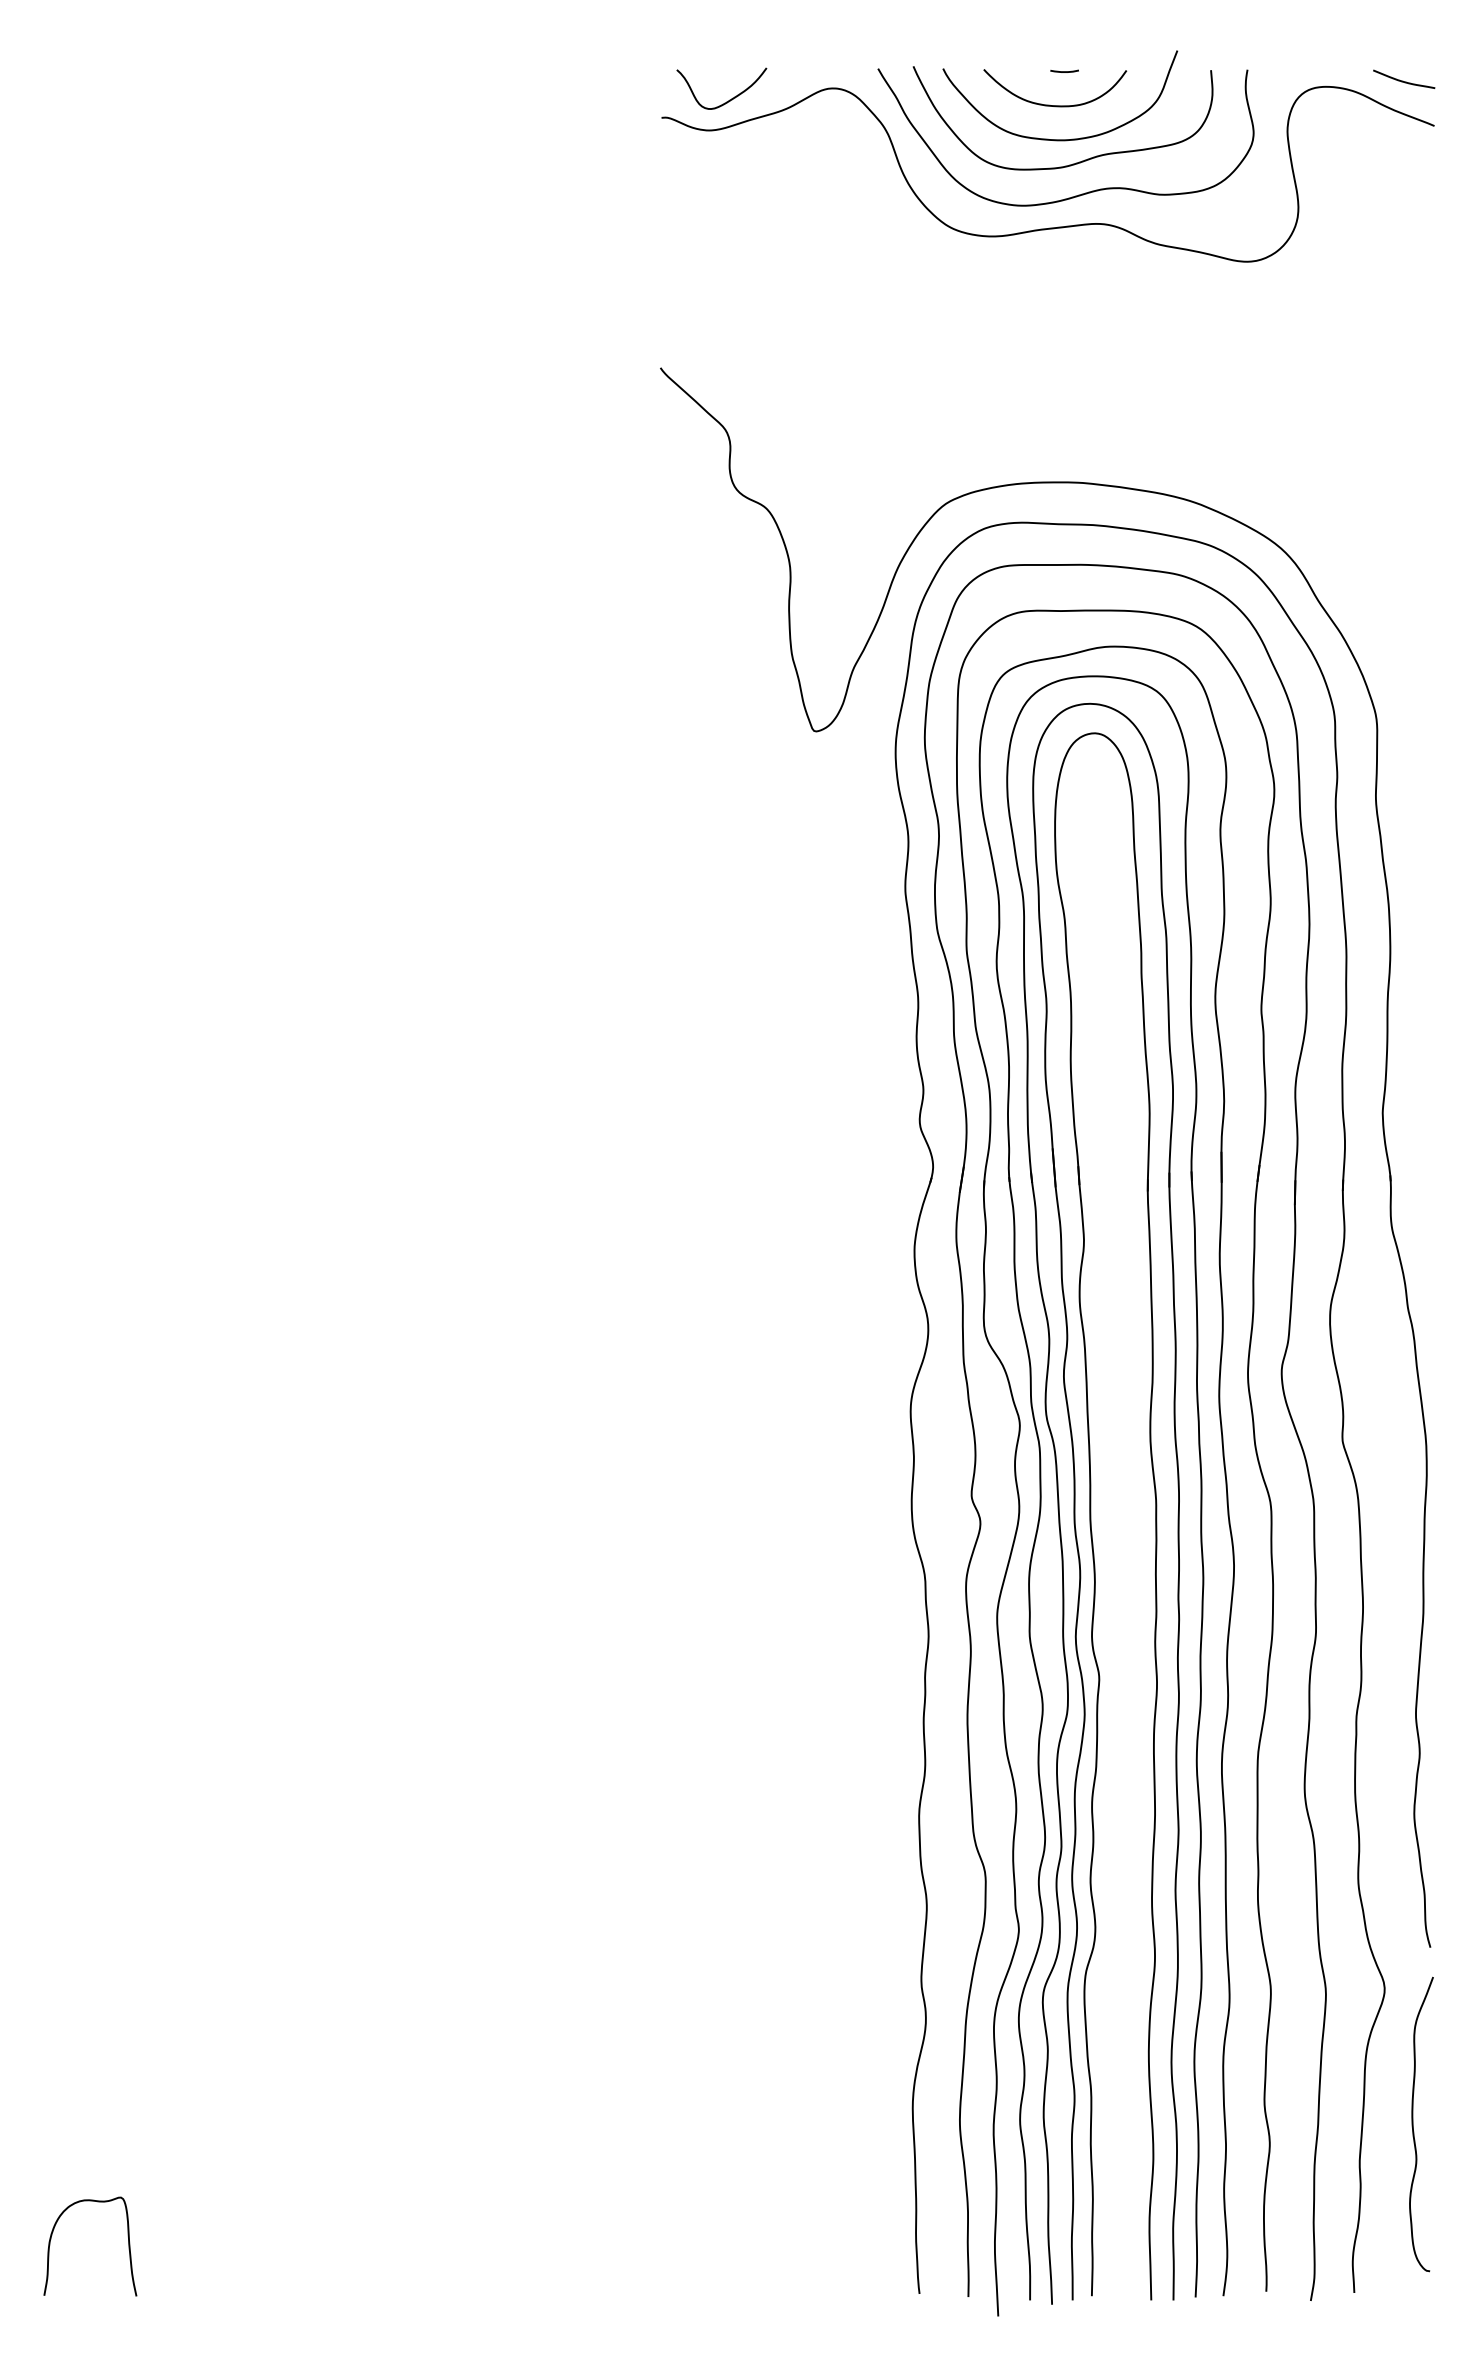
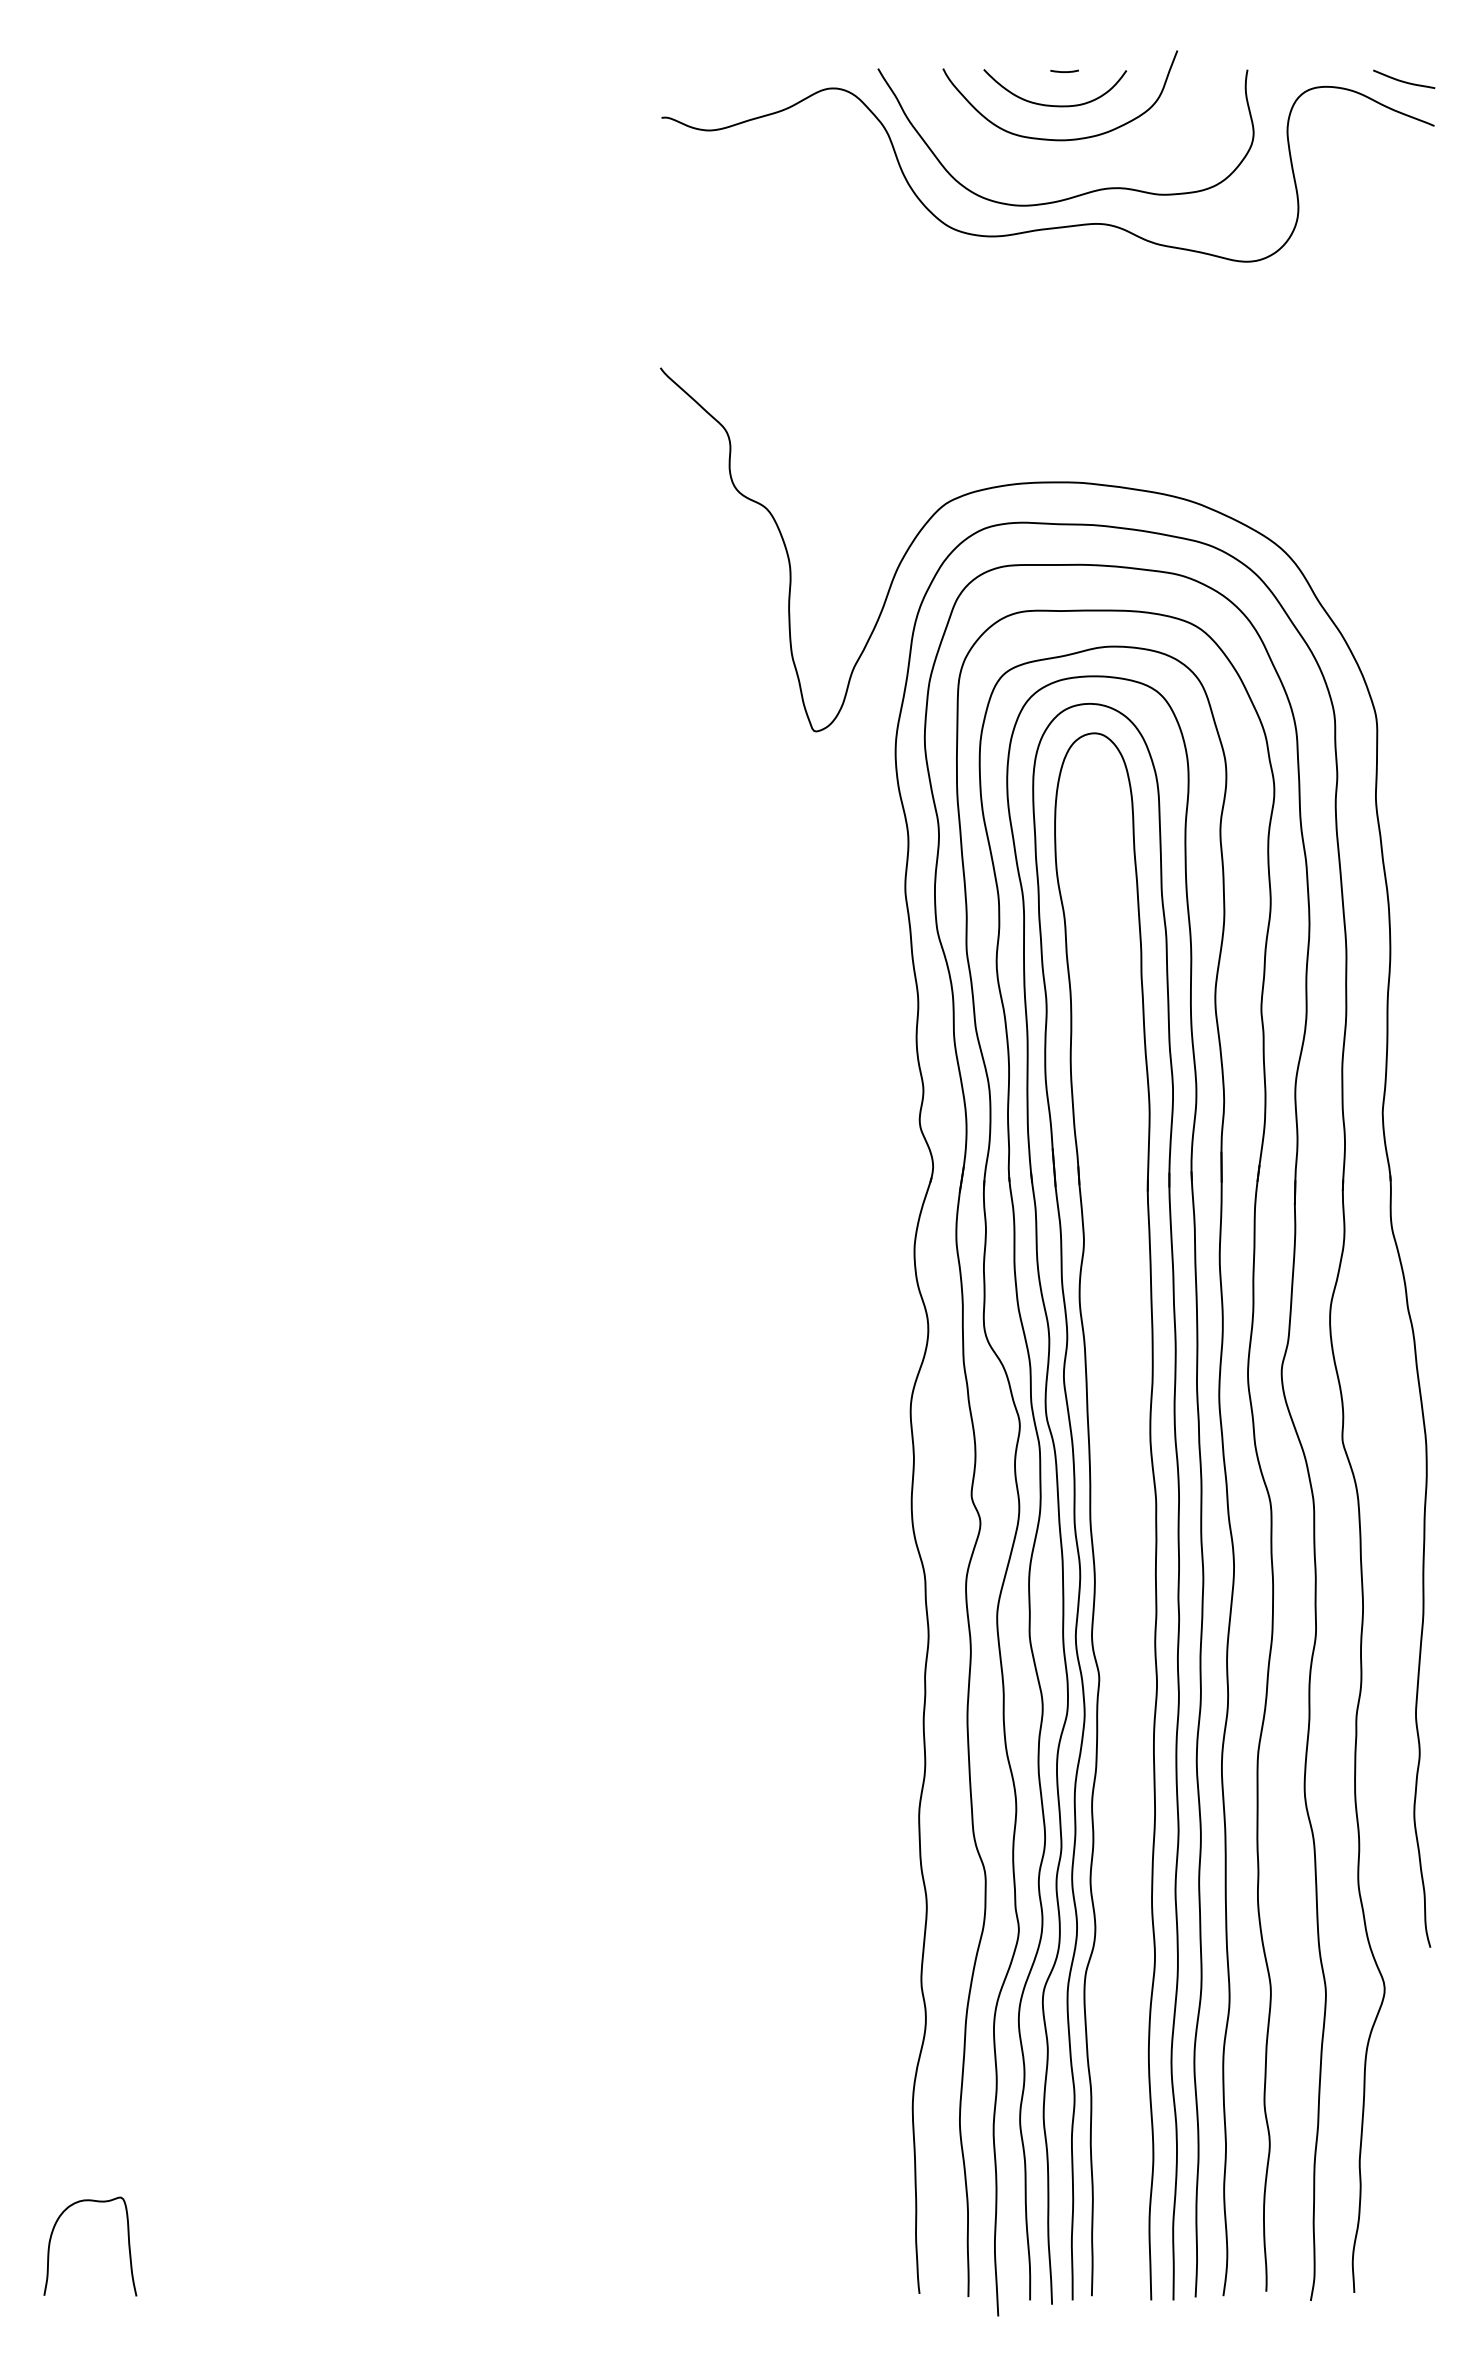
curve at (729, 99): present -> none
curve at (1072, 163): present -> none
curve at (1413, 2124): present -> none
